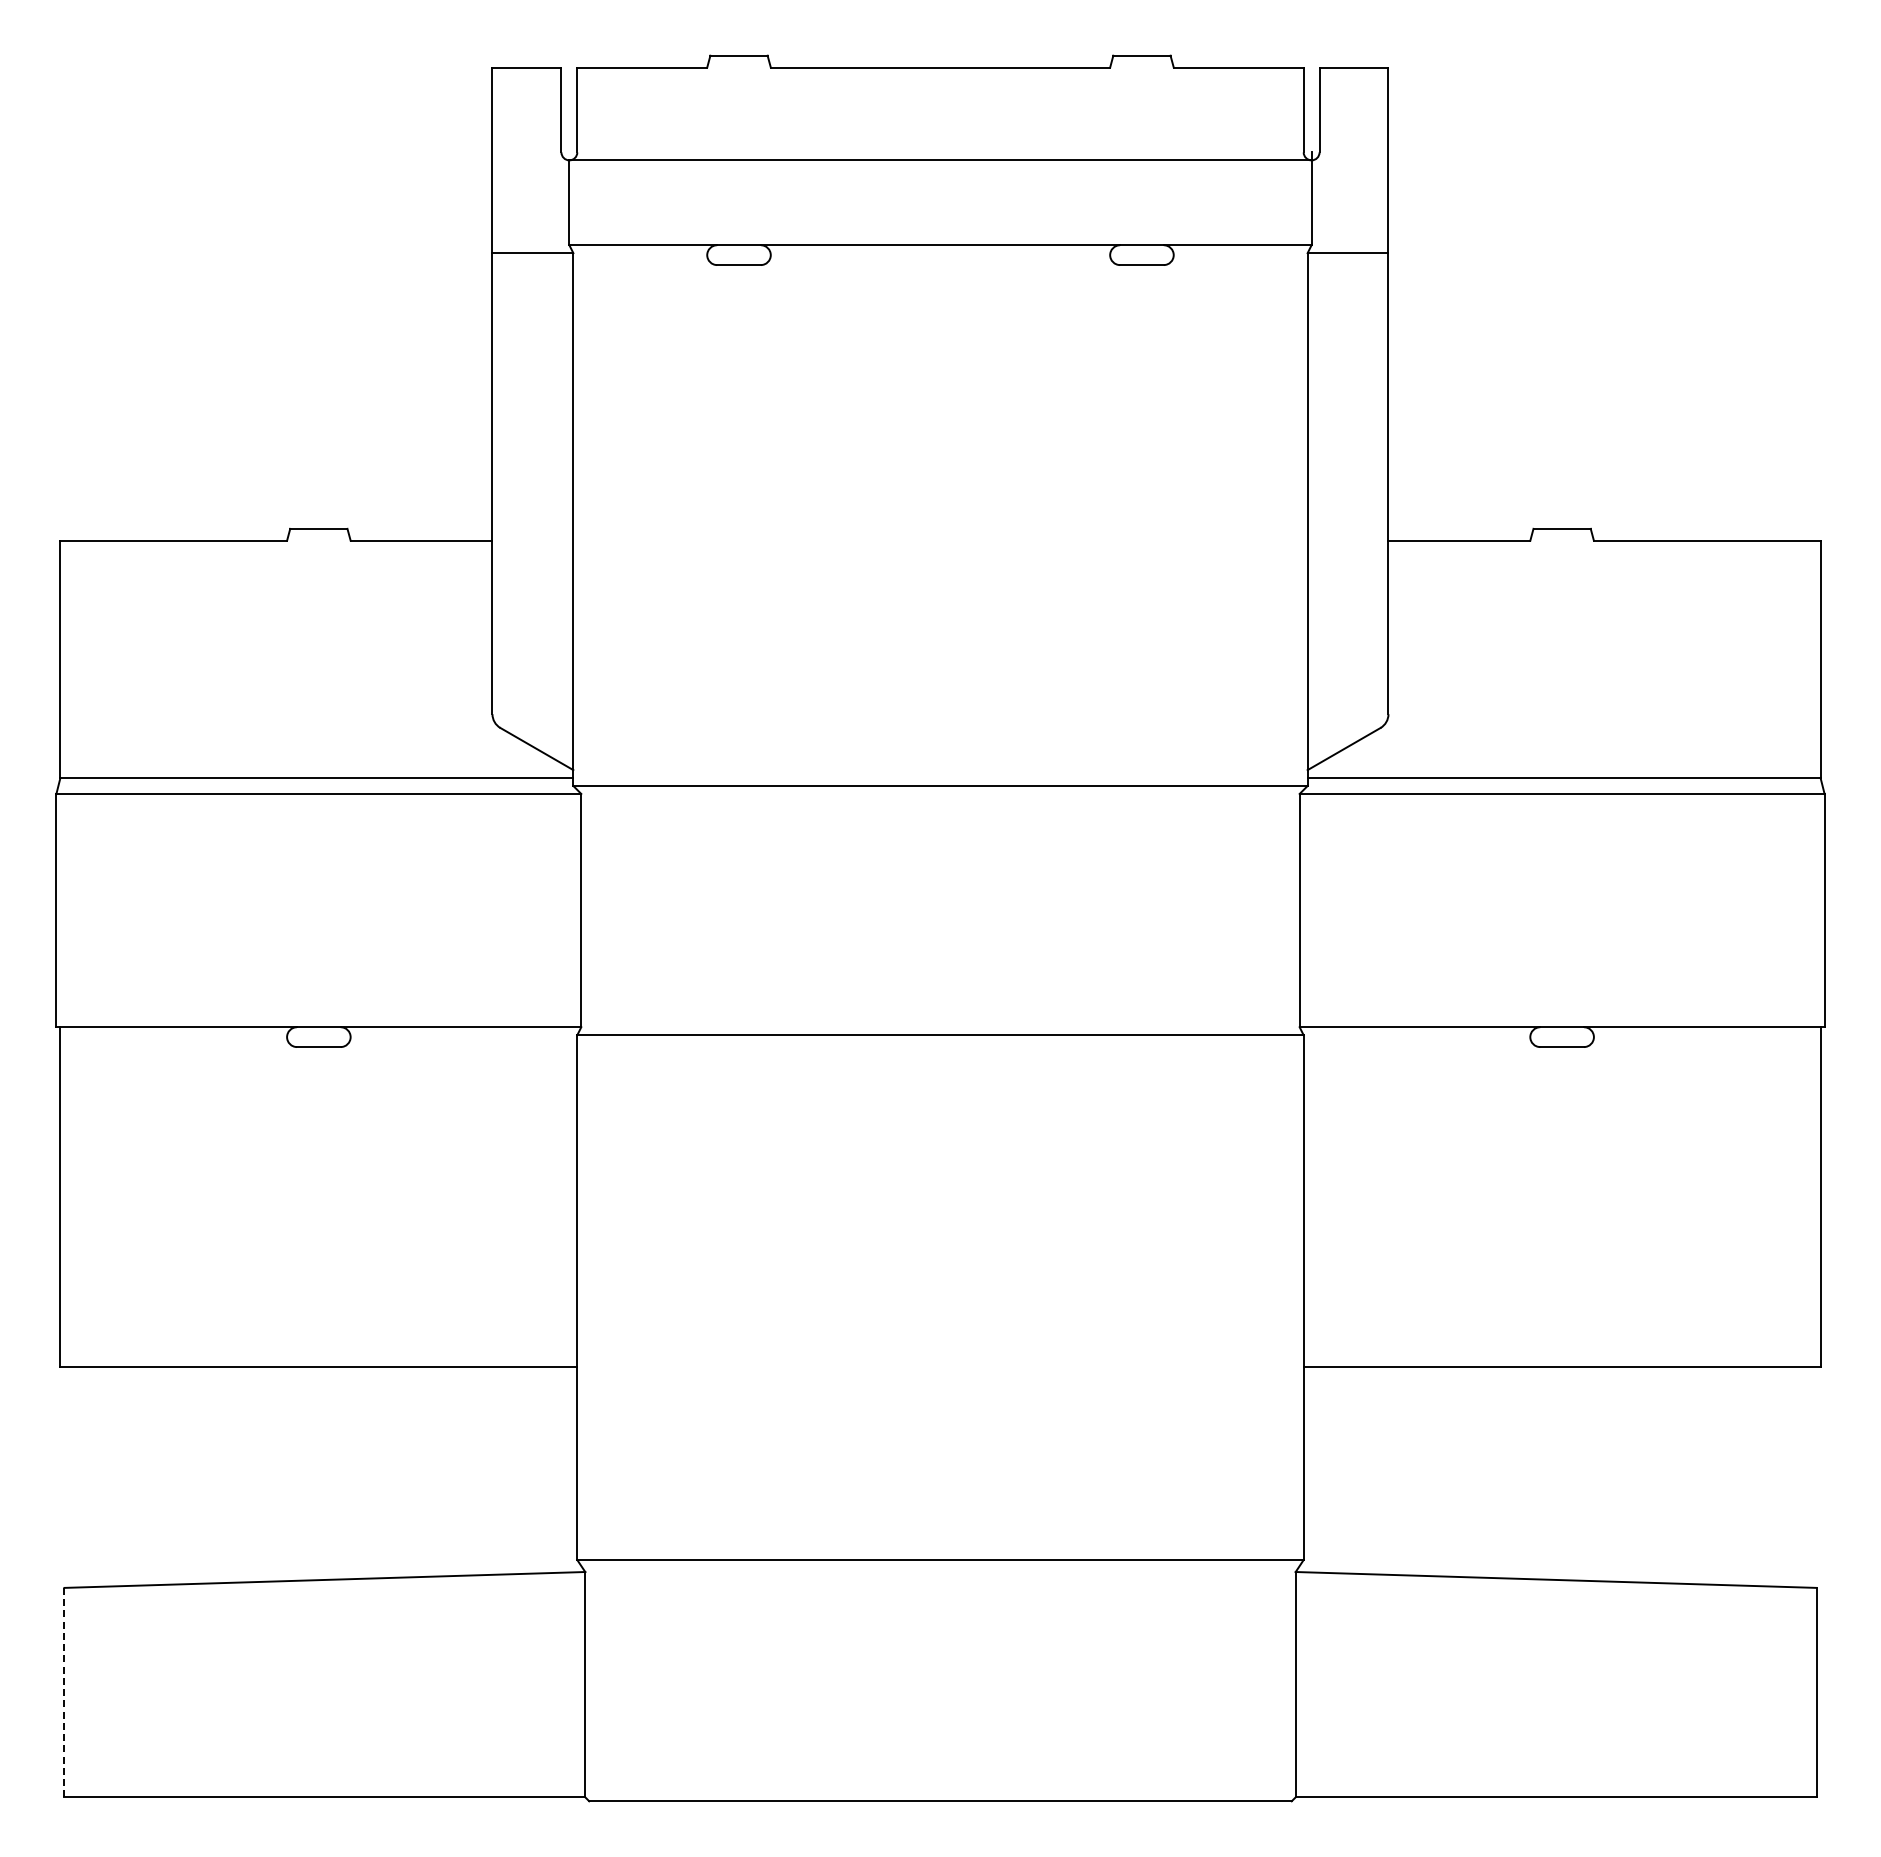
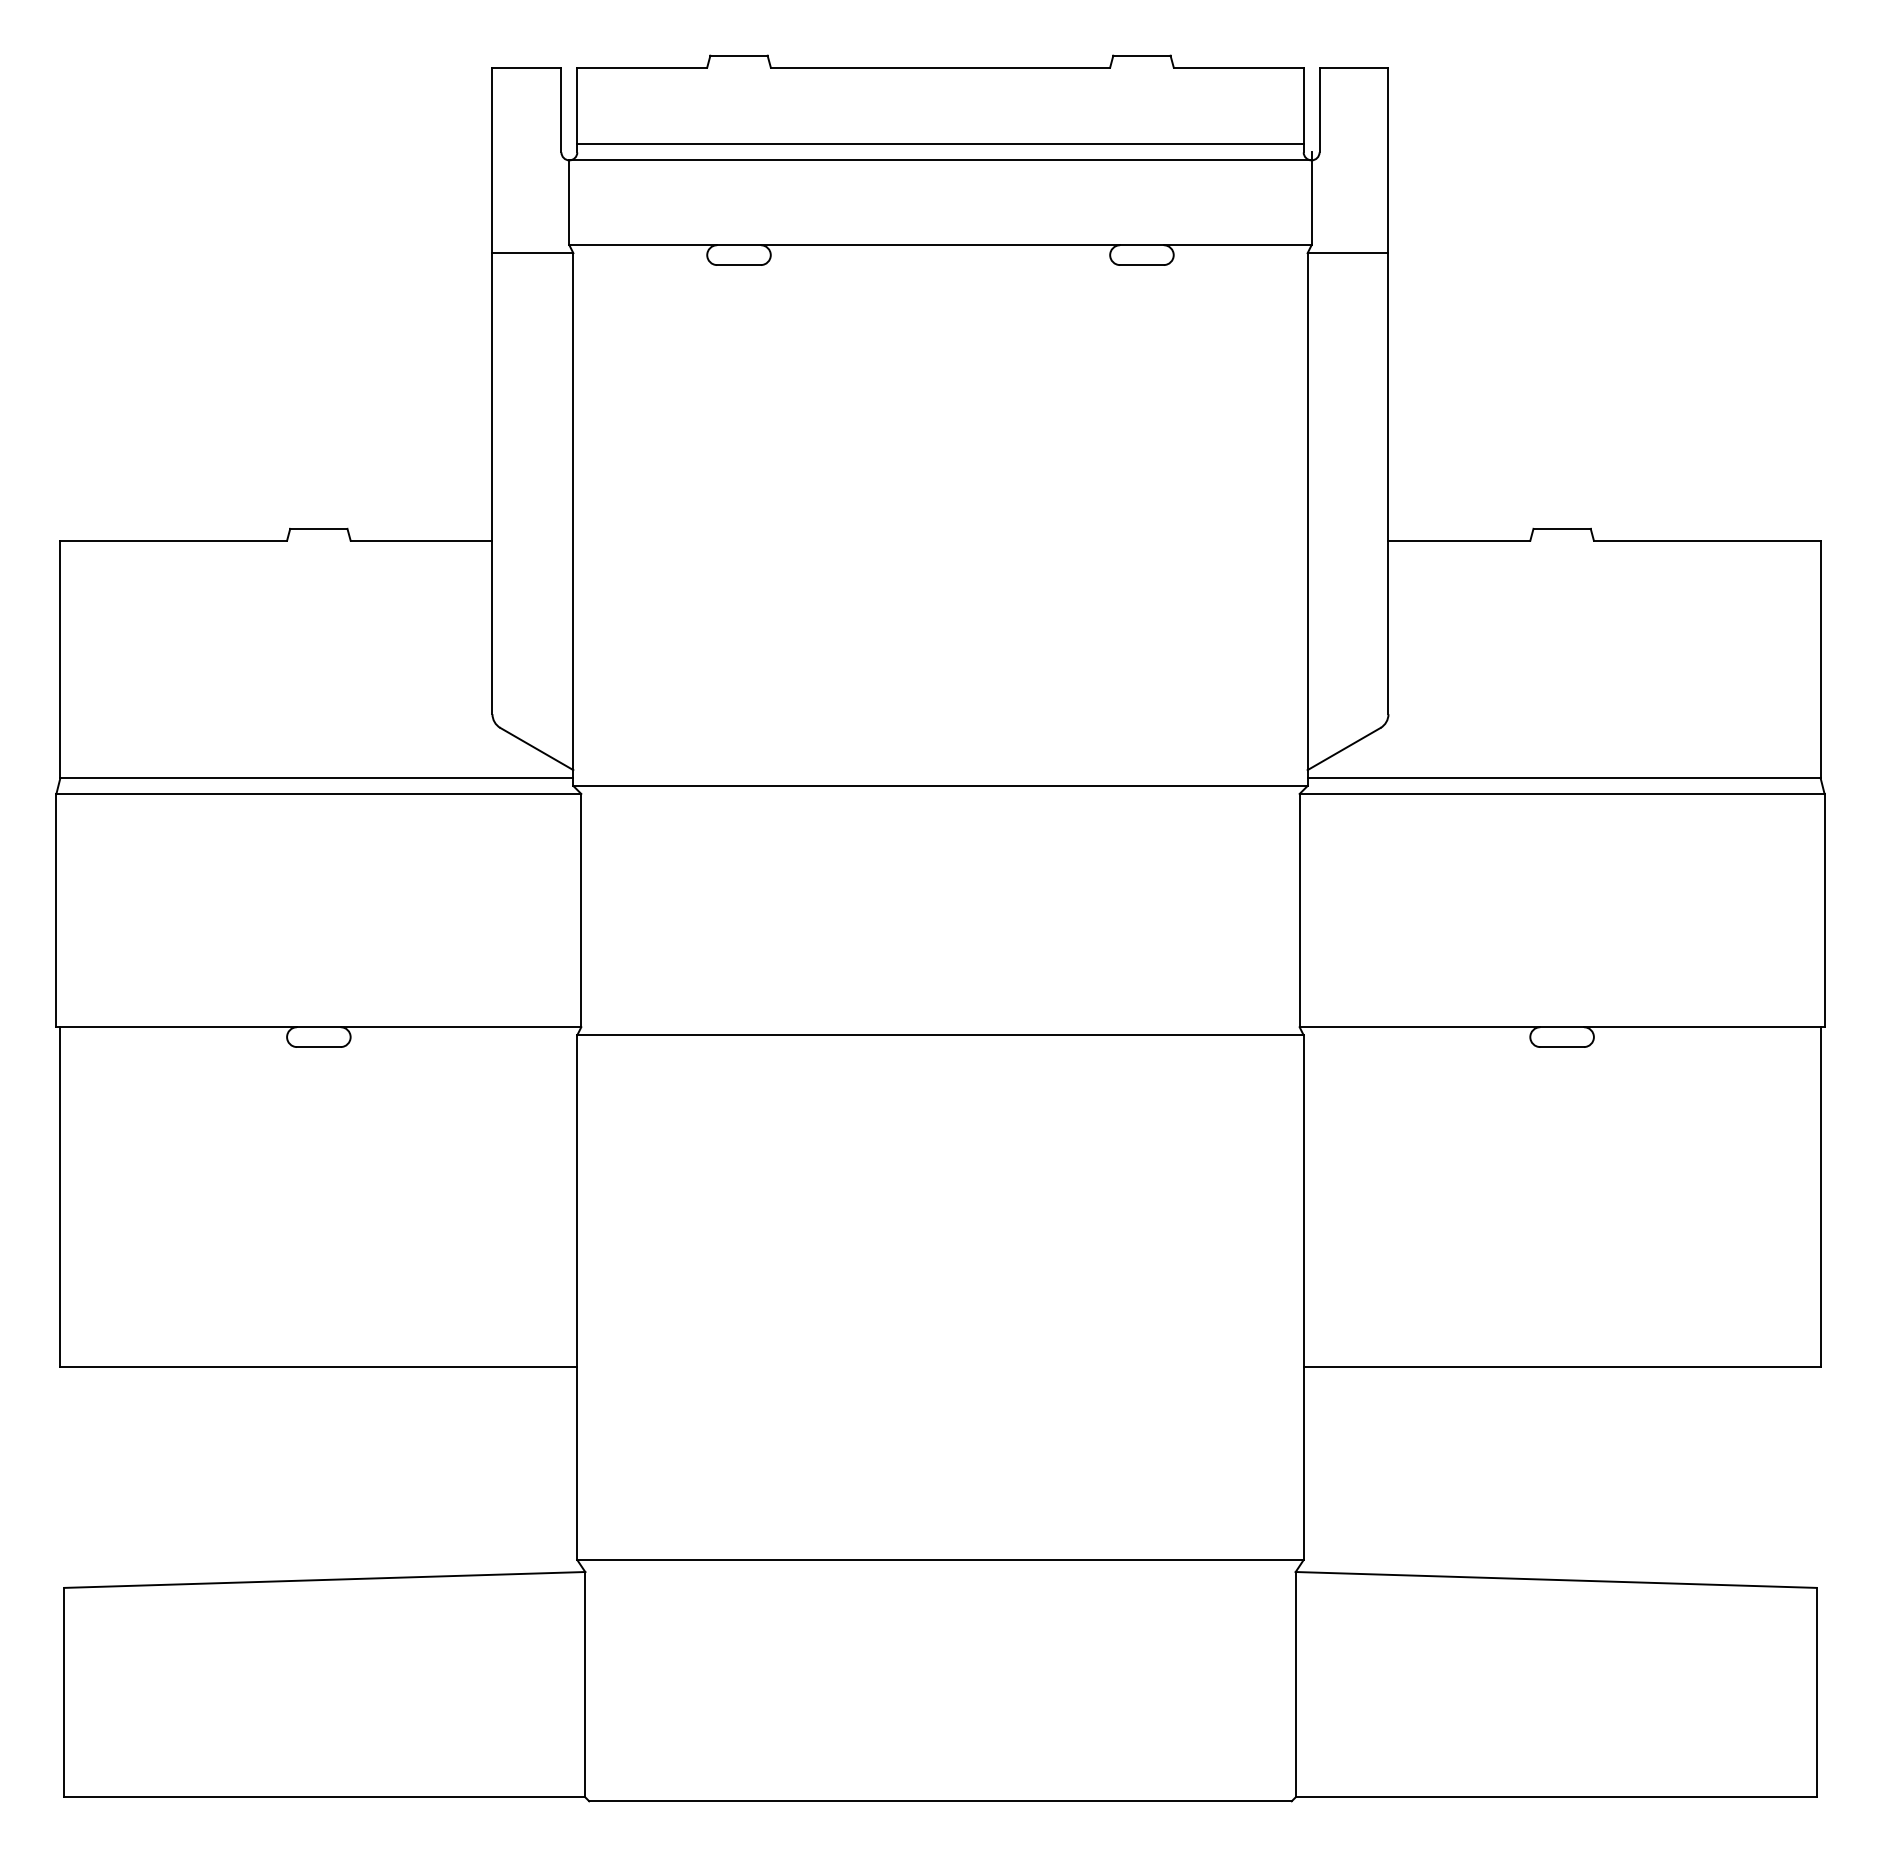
line at (940, 144): none -> present
line at (64, 1692): dashed -> solid
